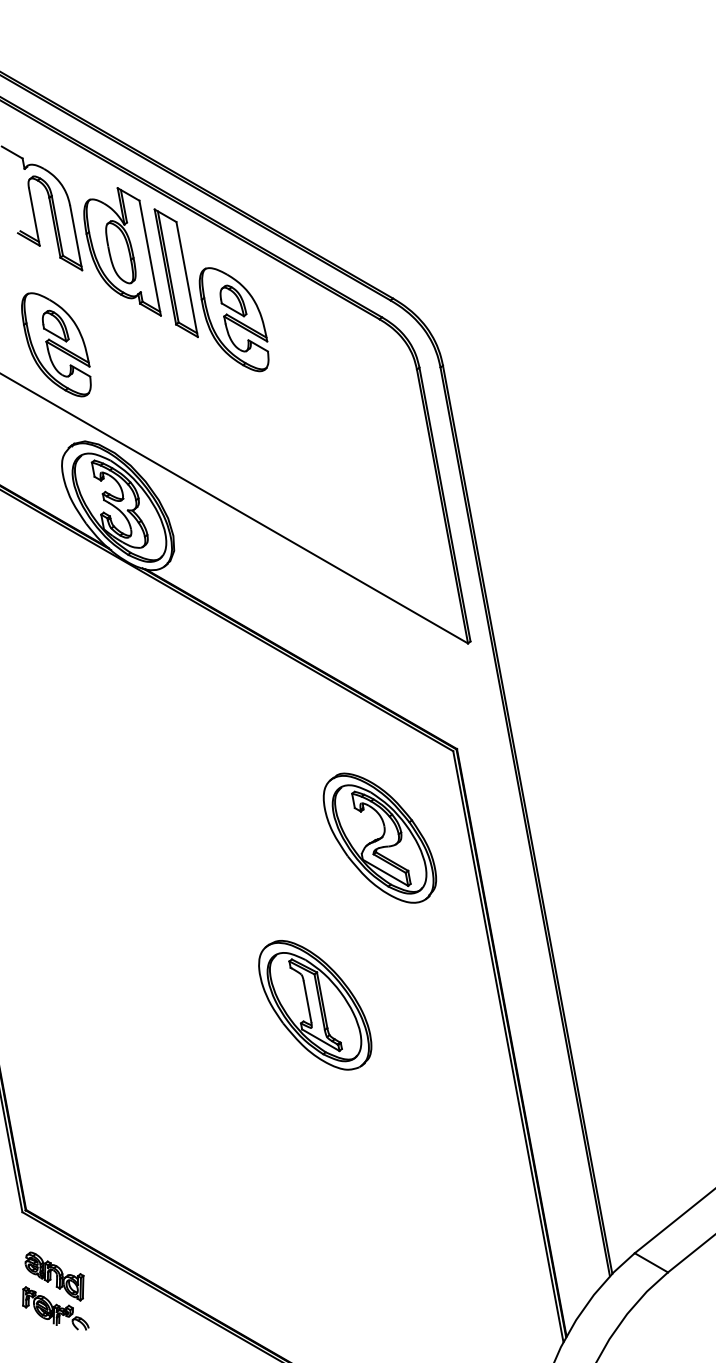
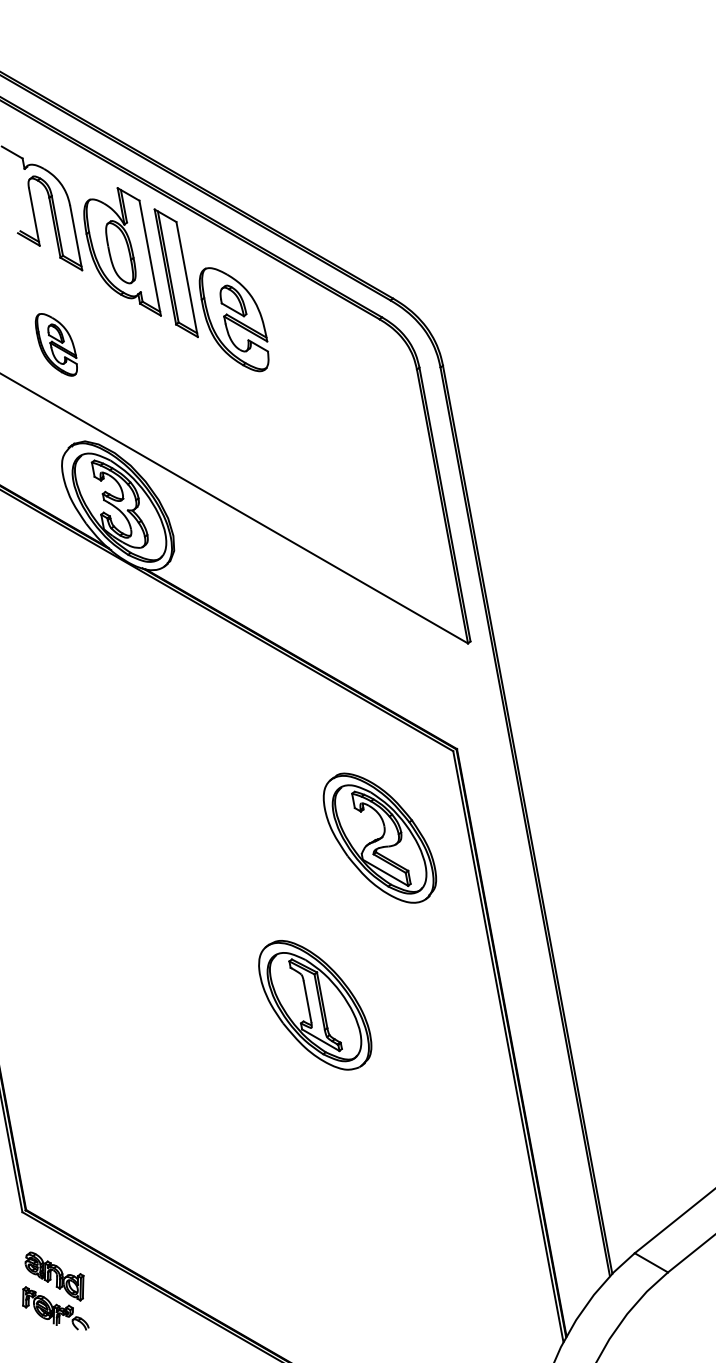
part at (56, 344) size: 71x106 px -> 44x64 px
